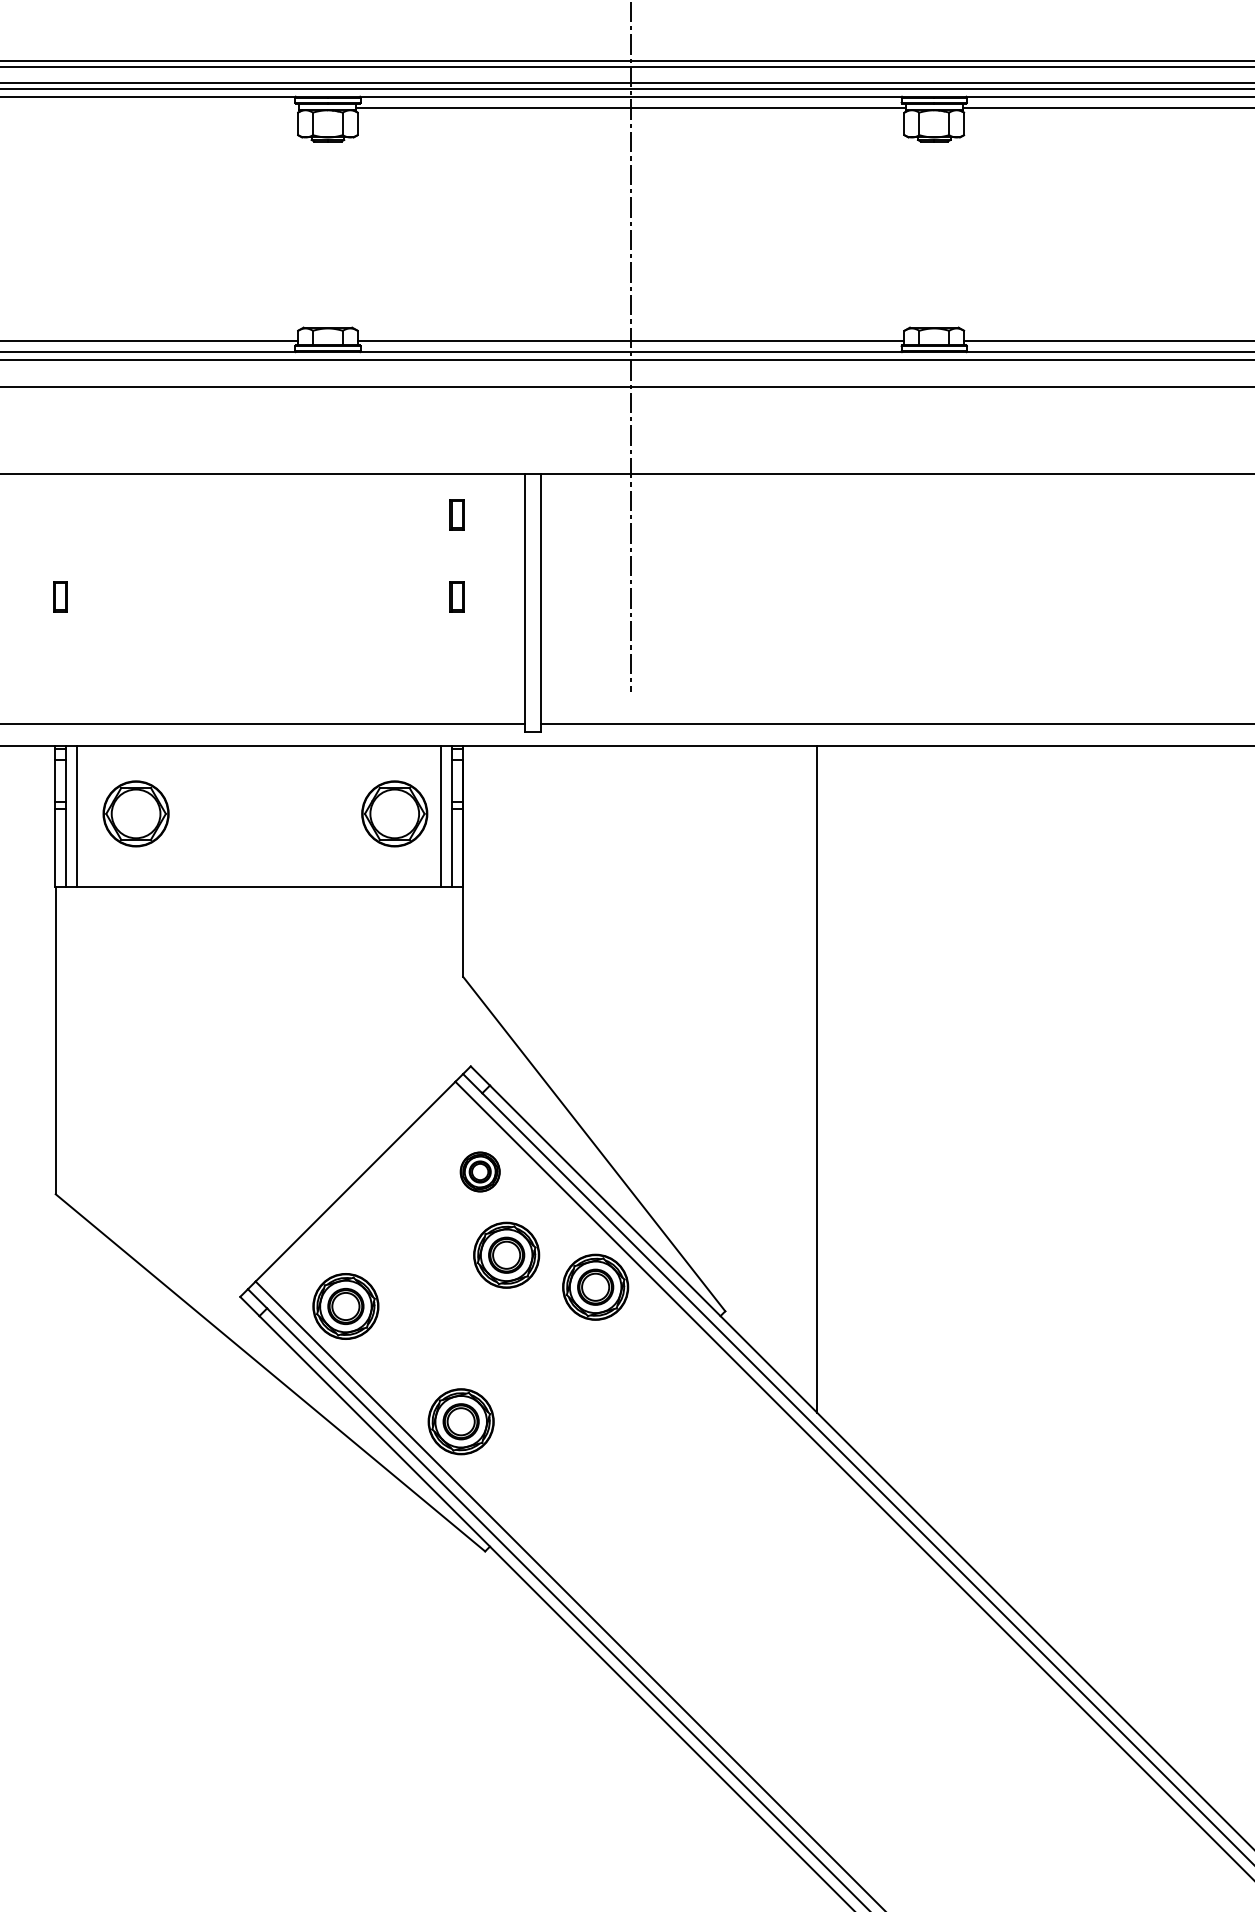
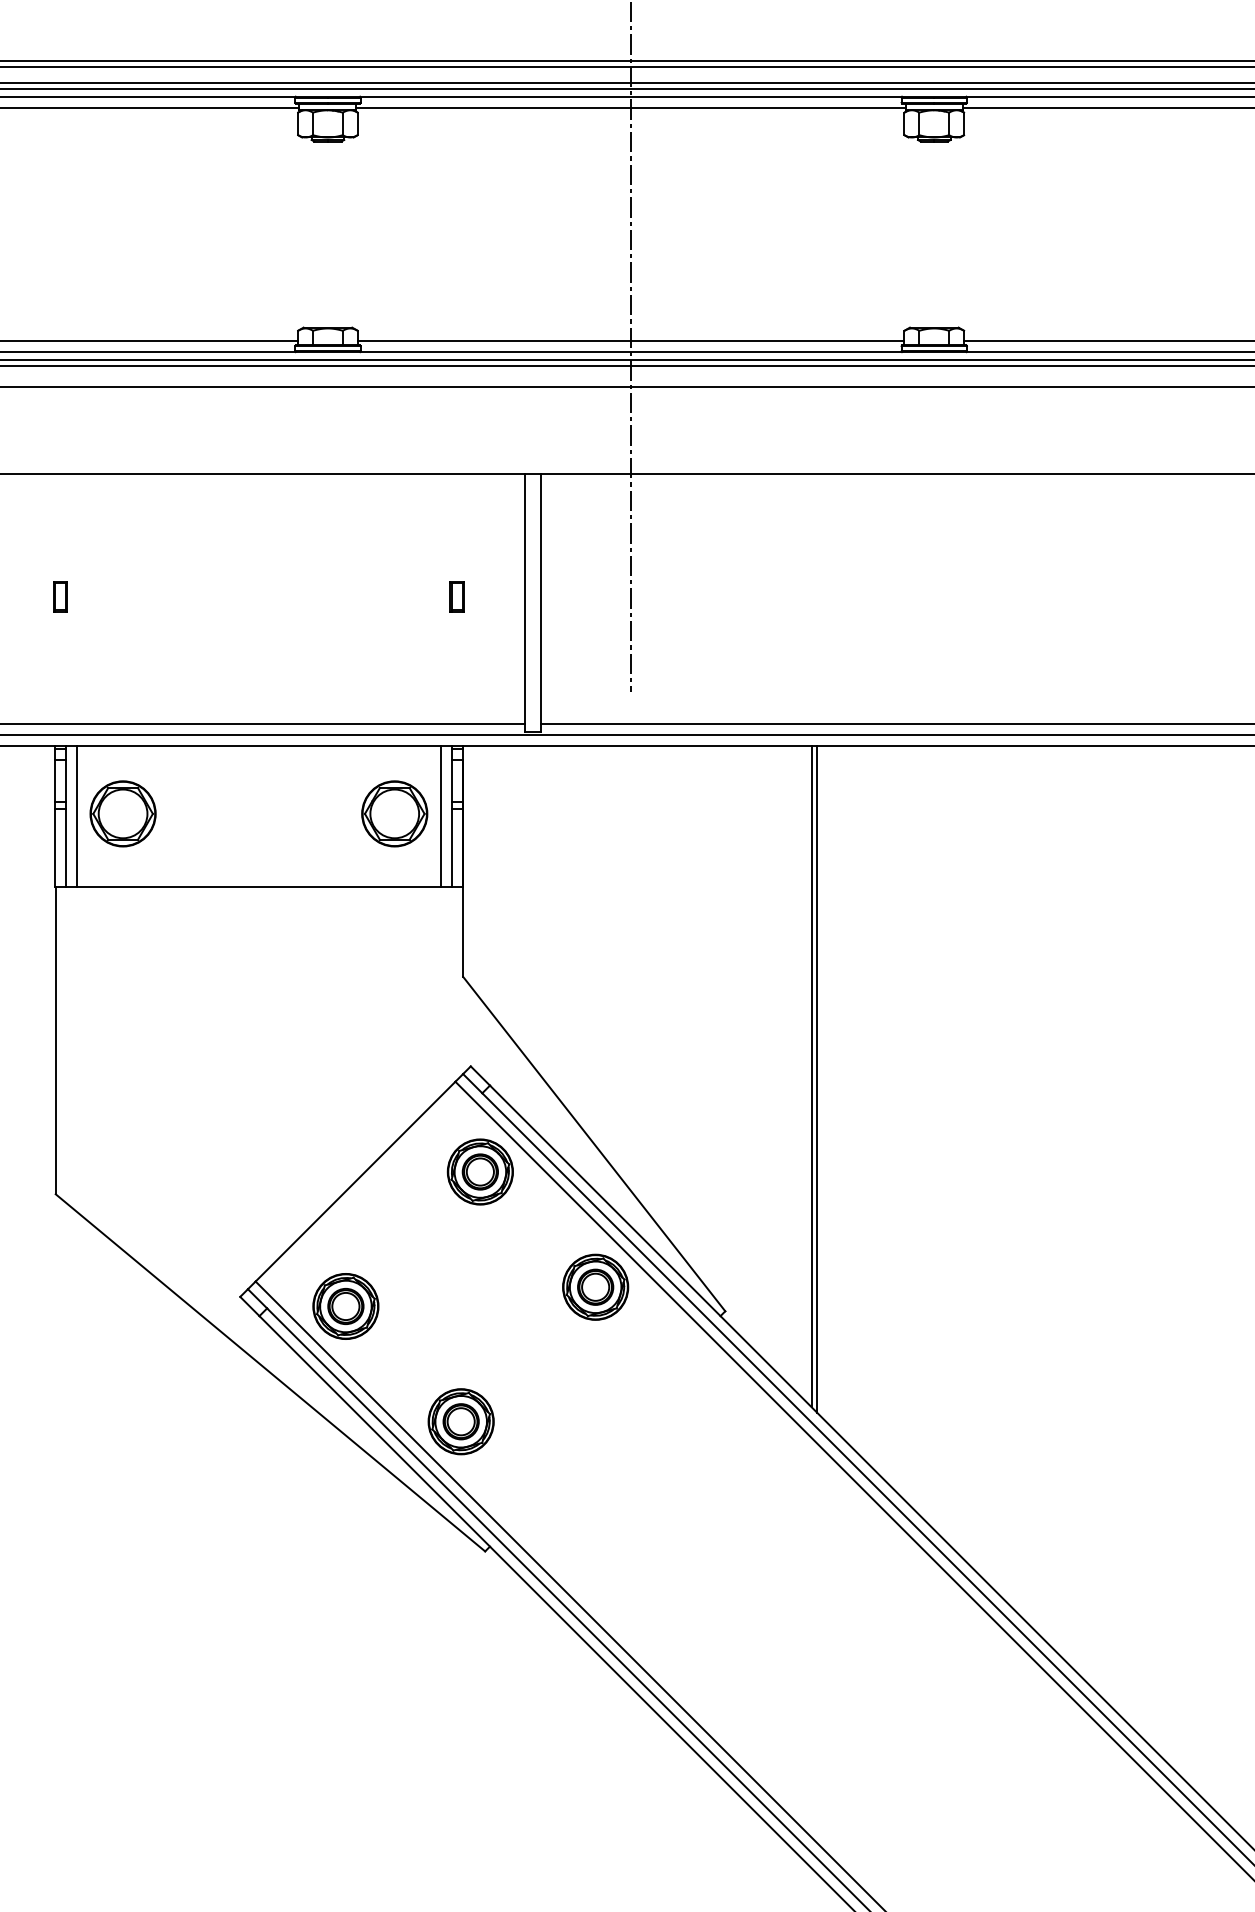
line at (150, 107): none -> present
line at (626, 365): none -> present
part at (456, 514): present -> none
line at (626, 735): none -> present
part at (135, 813) position: (135, 813) -> (122, 813)
line at (811, 1076): none -> present
part at (479, 1171) size: 42x42 px -> 68x68 px
part at (506, 1254): present -> none
